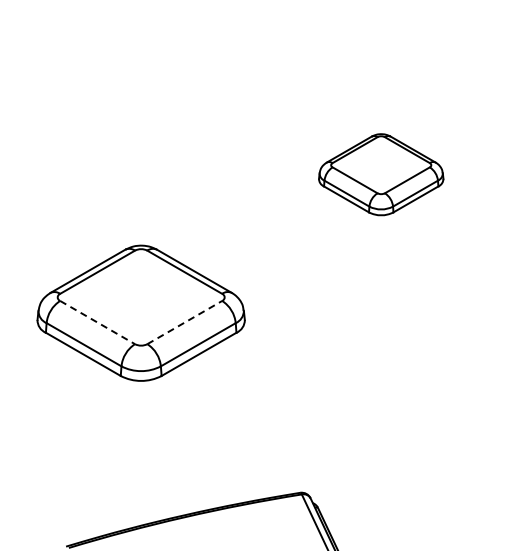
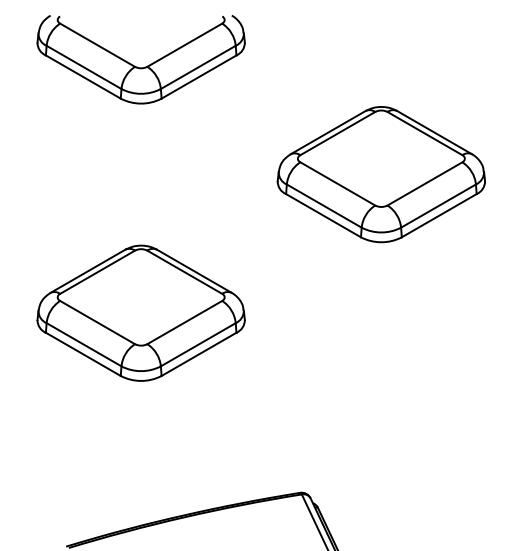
part at (137, 66): none -> present
part at (381, 174) size: 127x84 px -> 210x138 px
line at (98, 322): dashed -> solid
line at (185, 322): dashed -> solid
